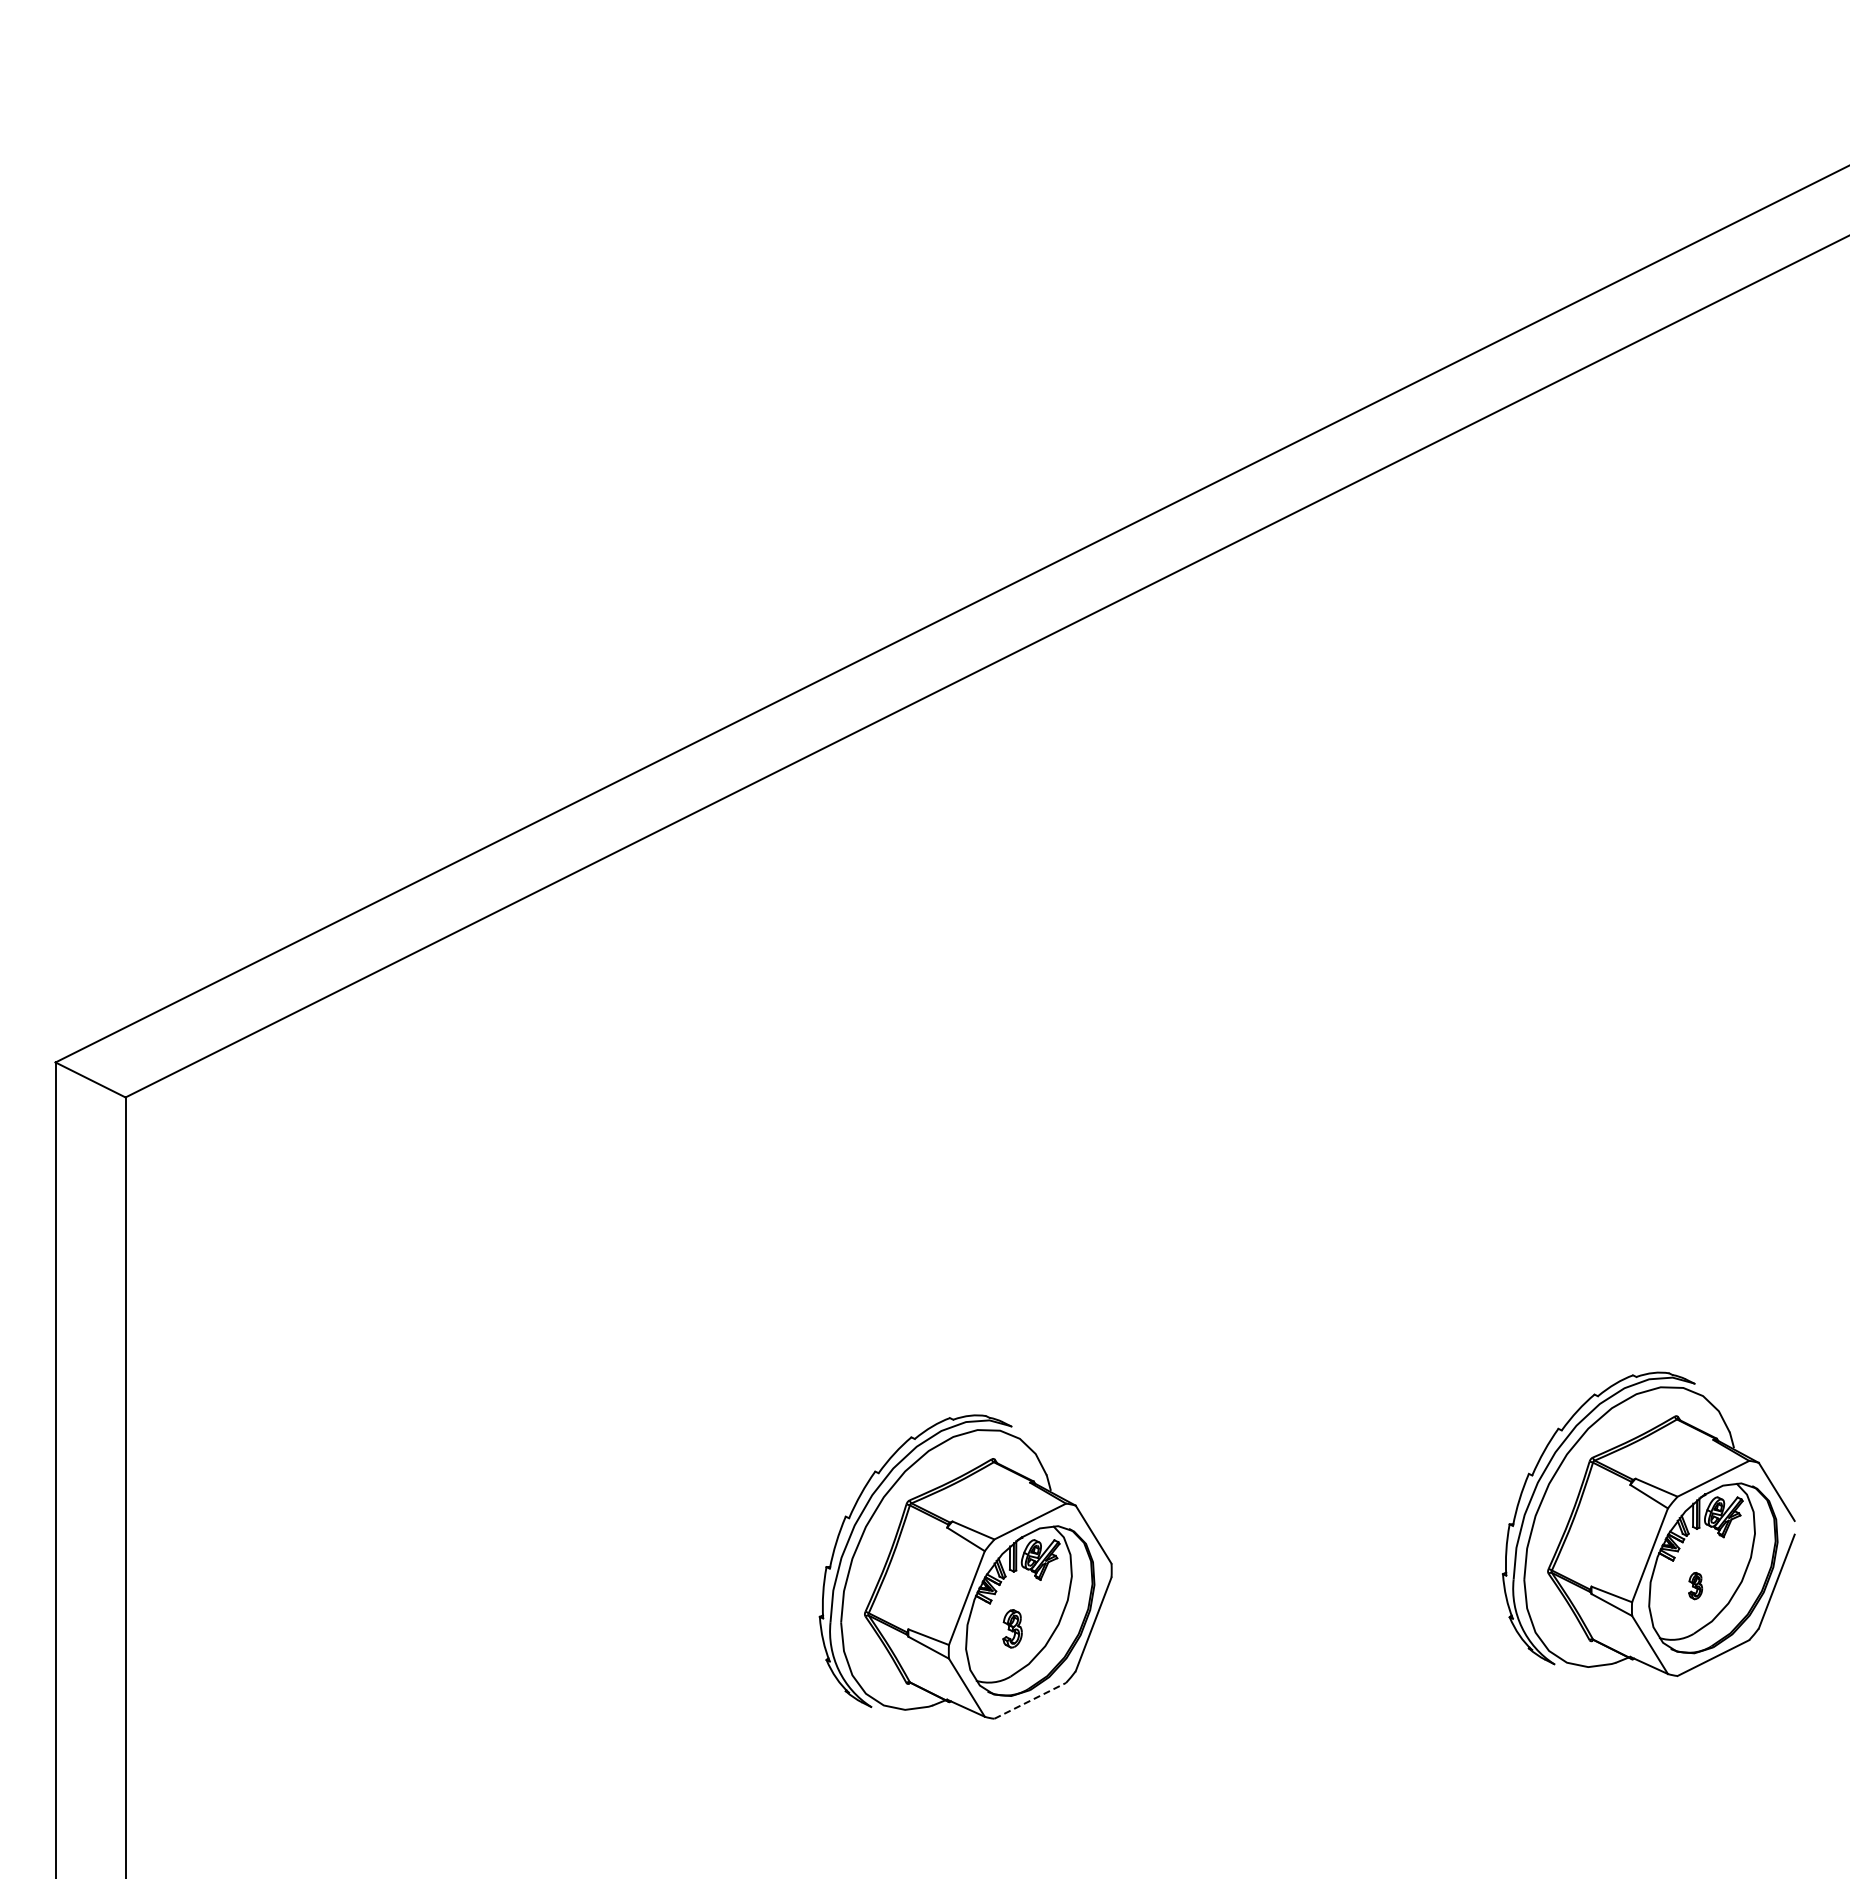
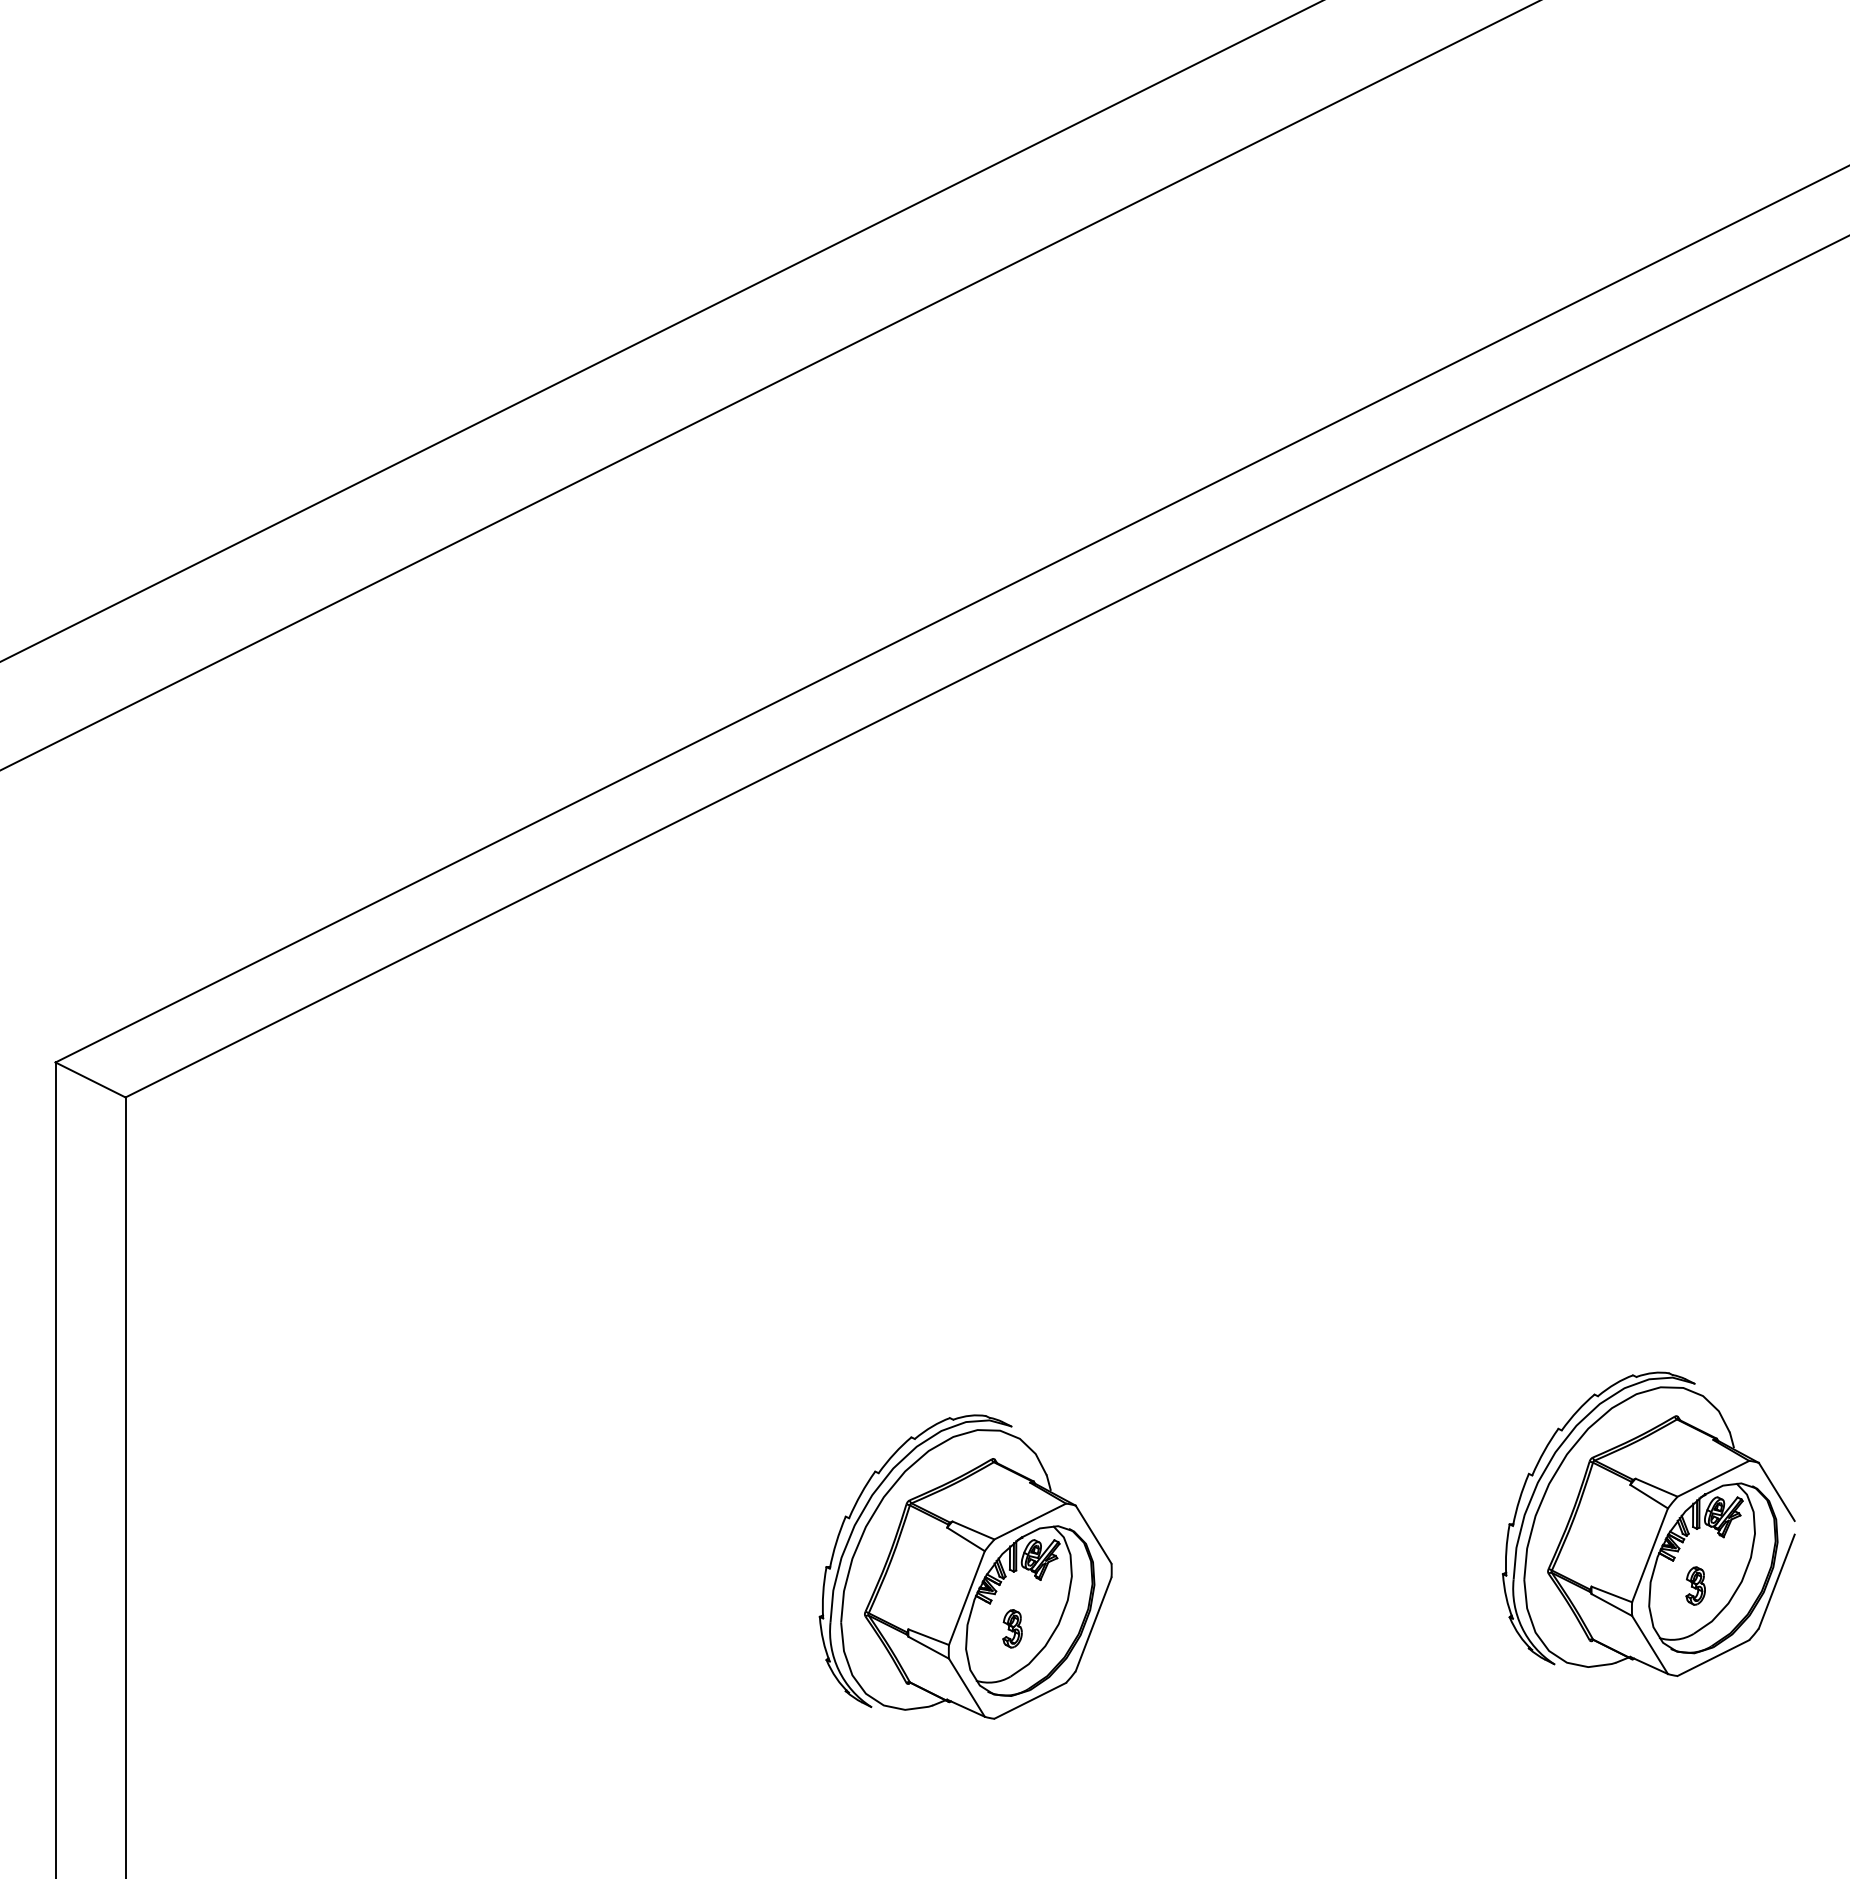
line at (661, 331): none -> present
line at (769, 385): none -> present
part at (1695, 1586) size: 16x29 px -> 21x40 px
line at (1030, 1700): dashed -> solid
